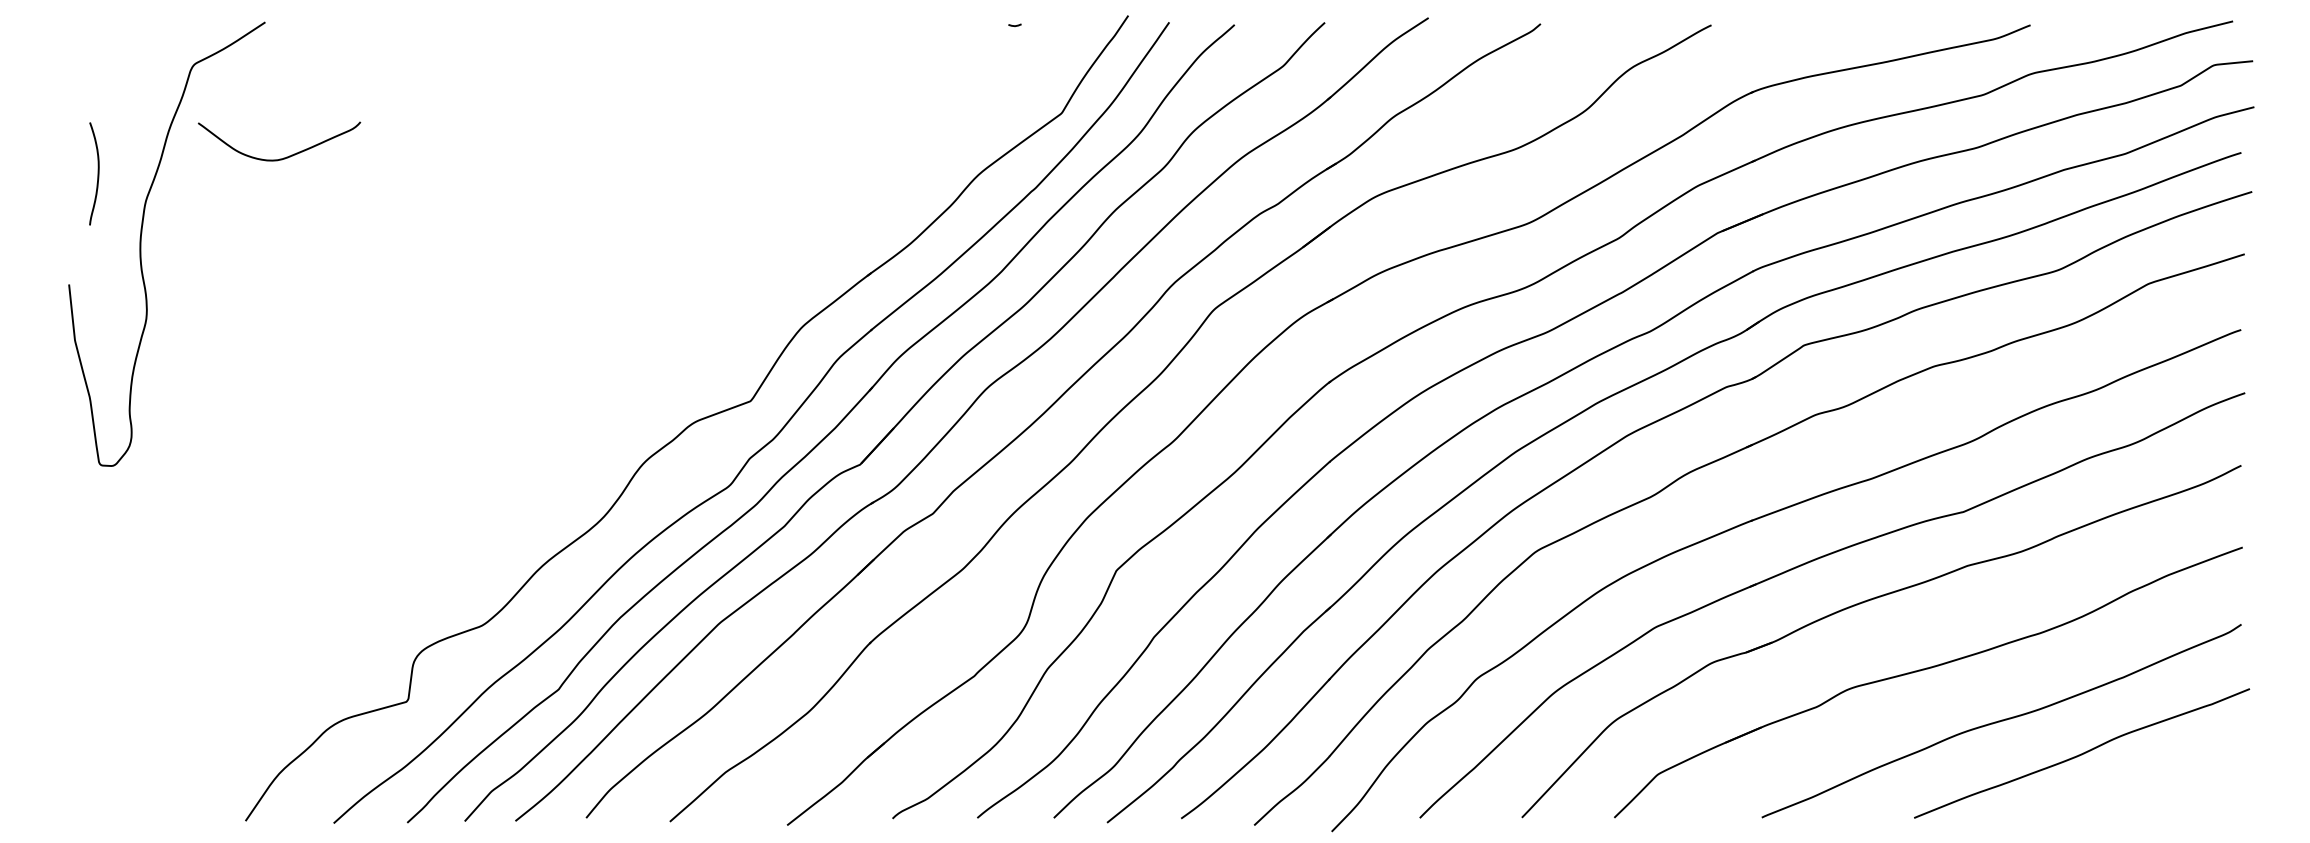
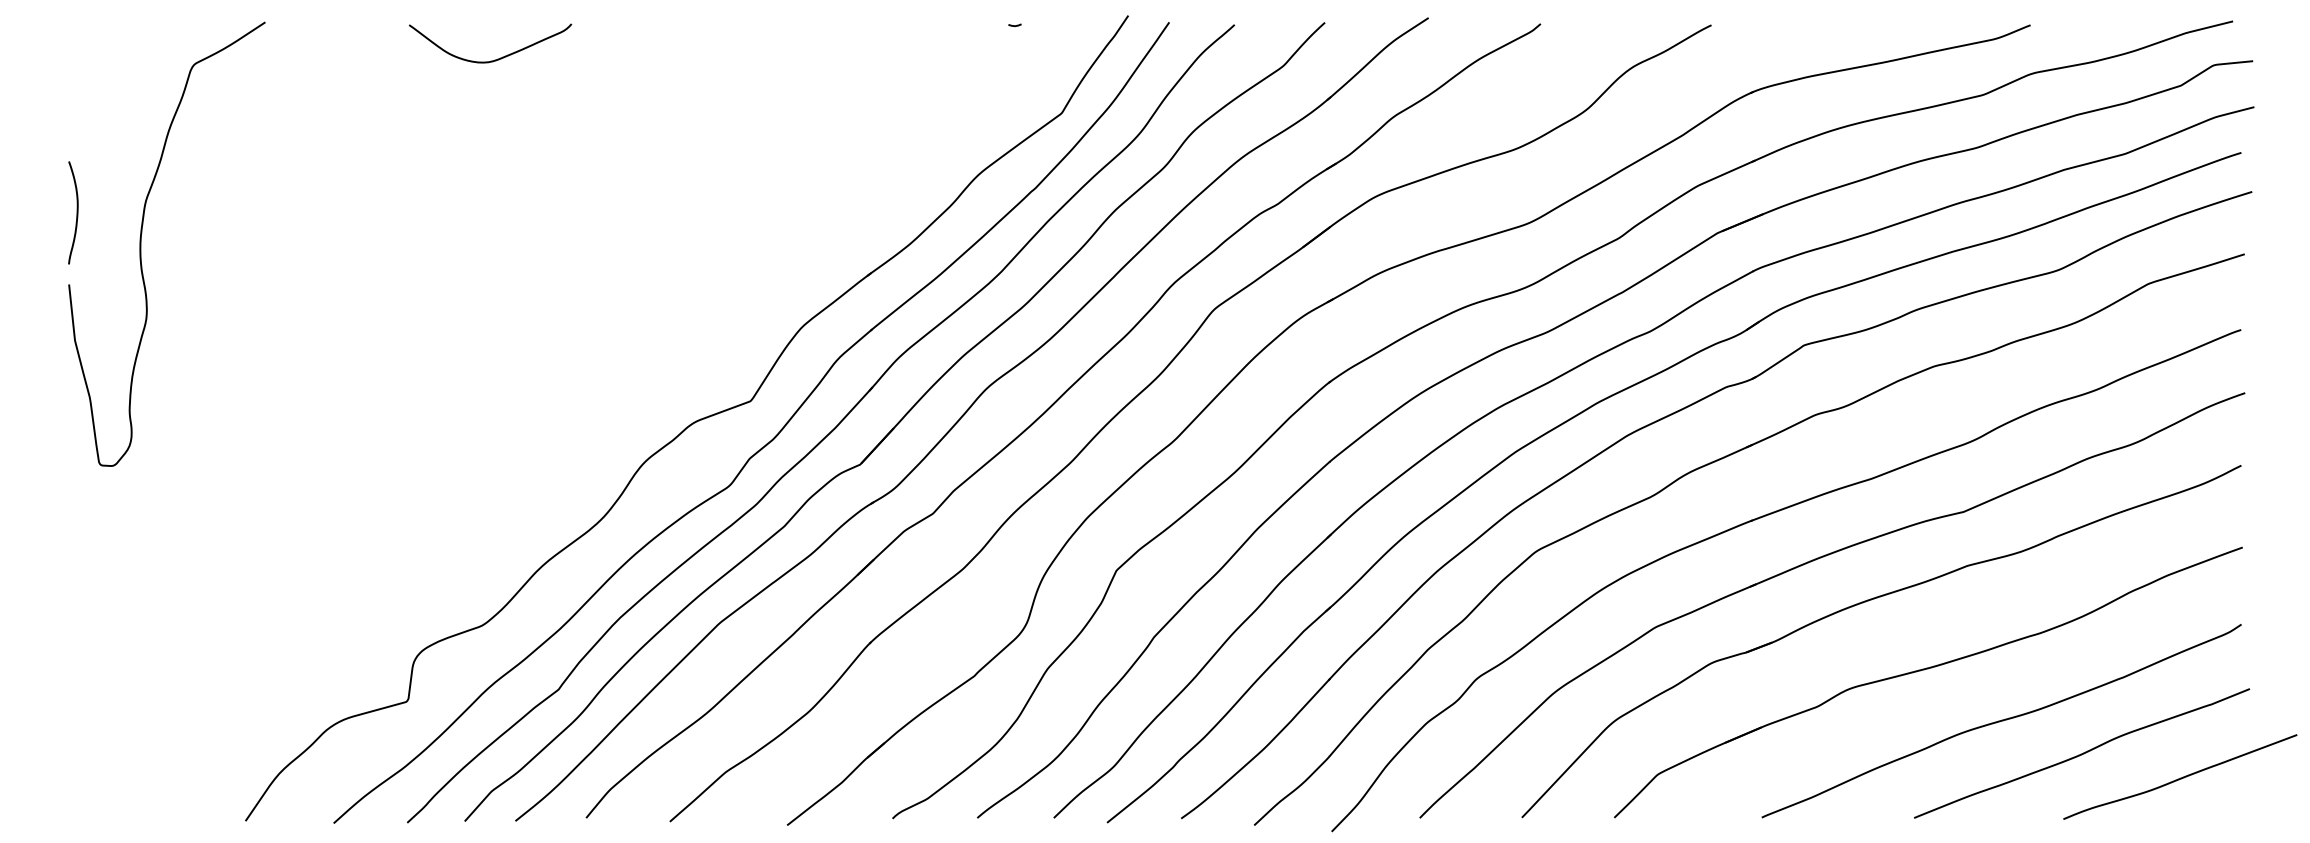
curve at (283, 157) position: (283, 157) -> (494, 59)
curve at (97, 173) position: (97, 173) -> (76, 212)
curve at (2180, 777): none -> present
